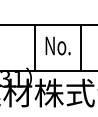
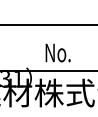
text at (57, 45) position: (57, 45) -> (57, 52)
line at (35, 48): present -> none
line at (80, 48): present -> none
